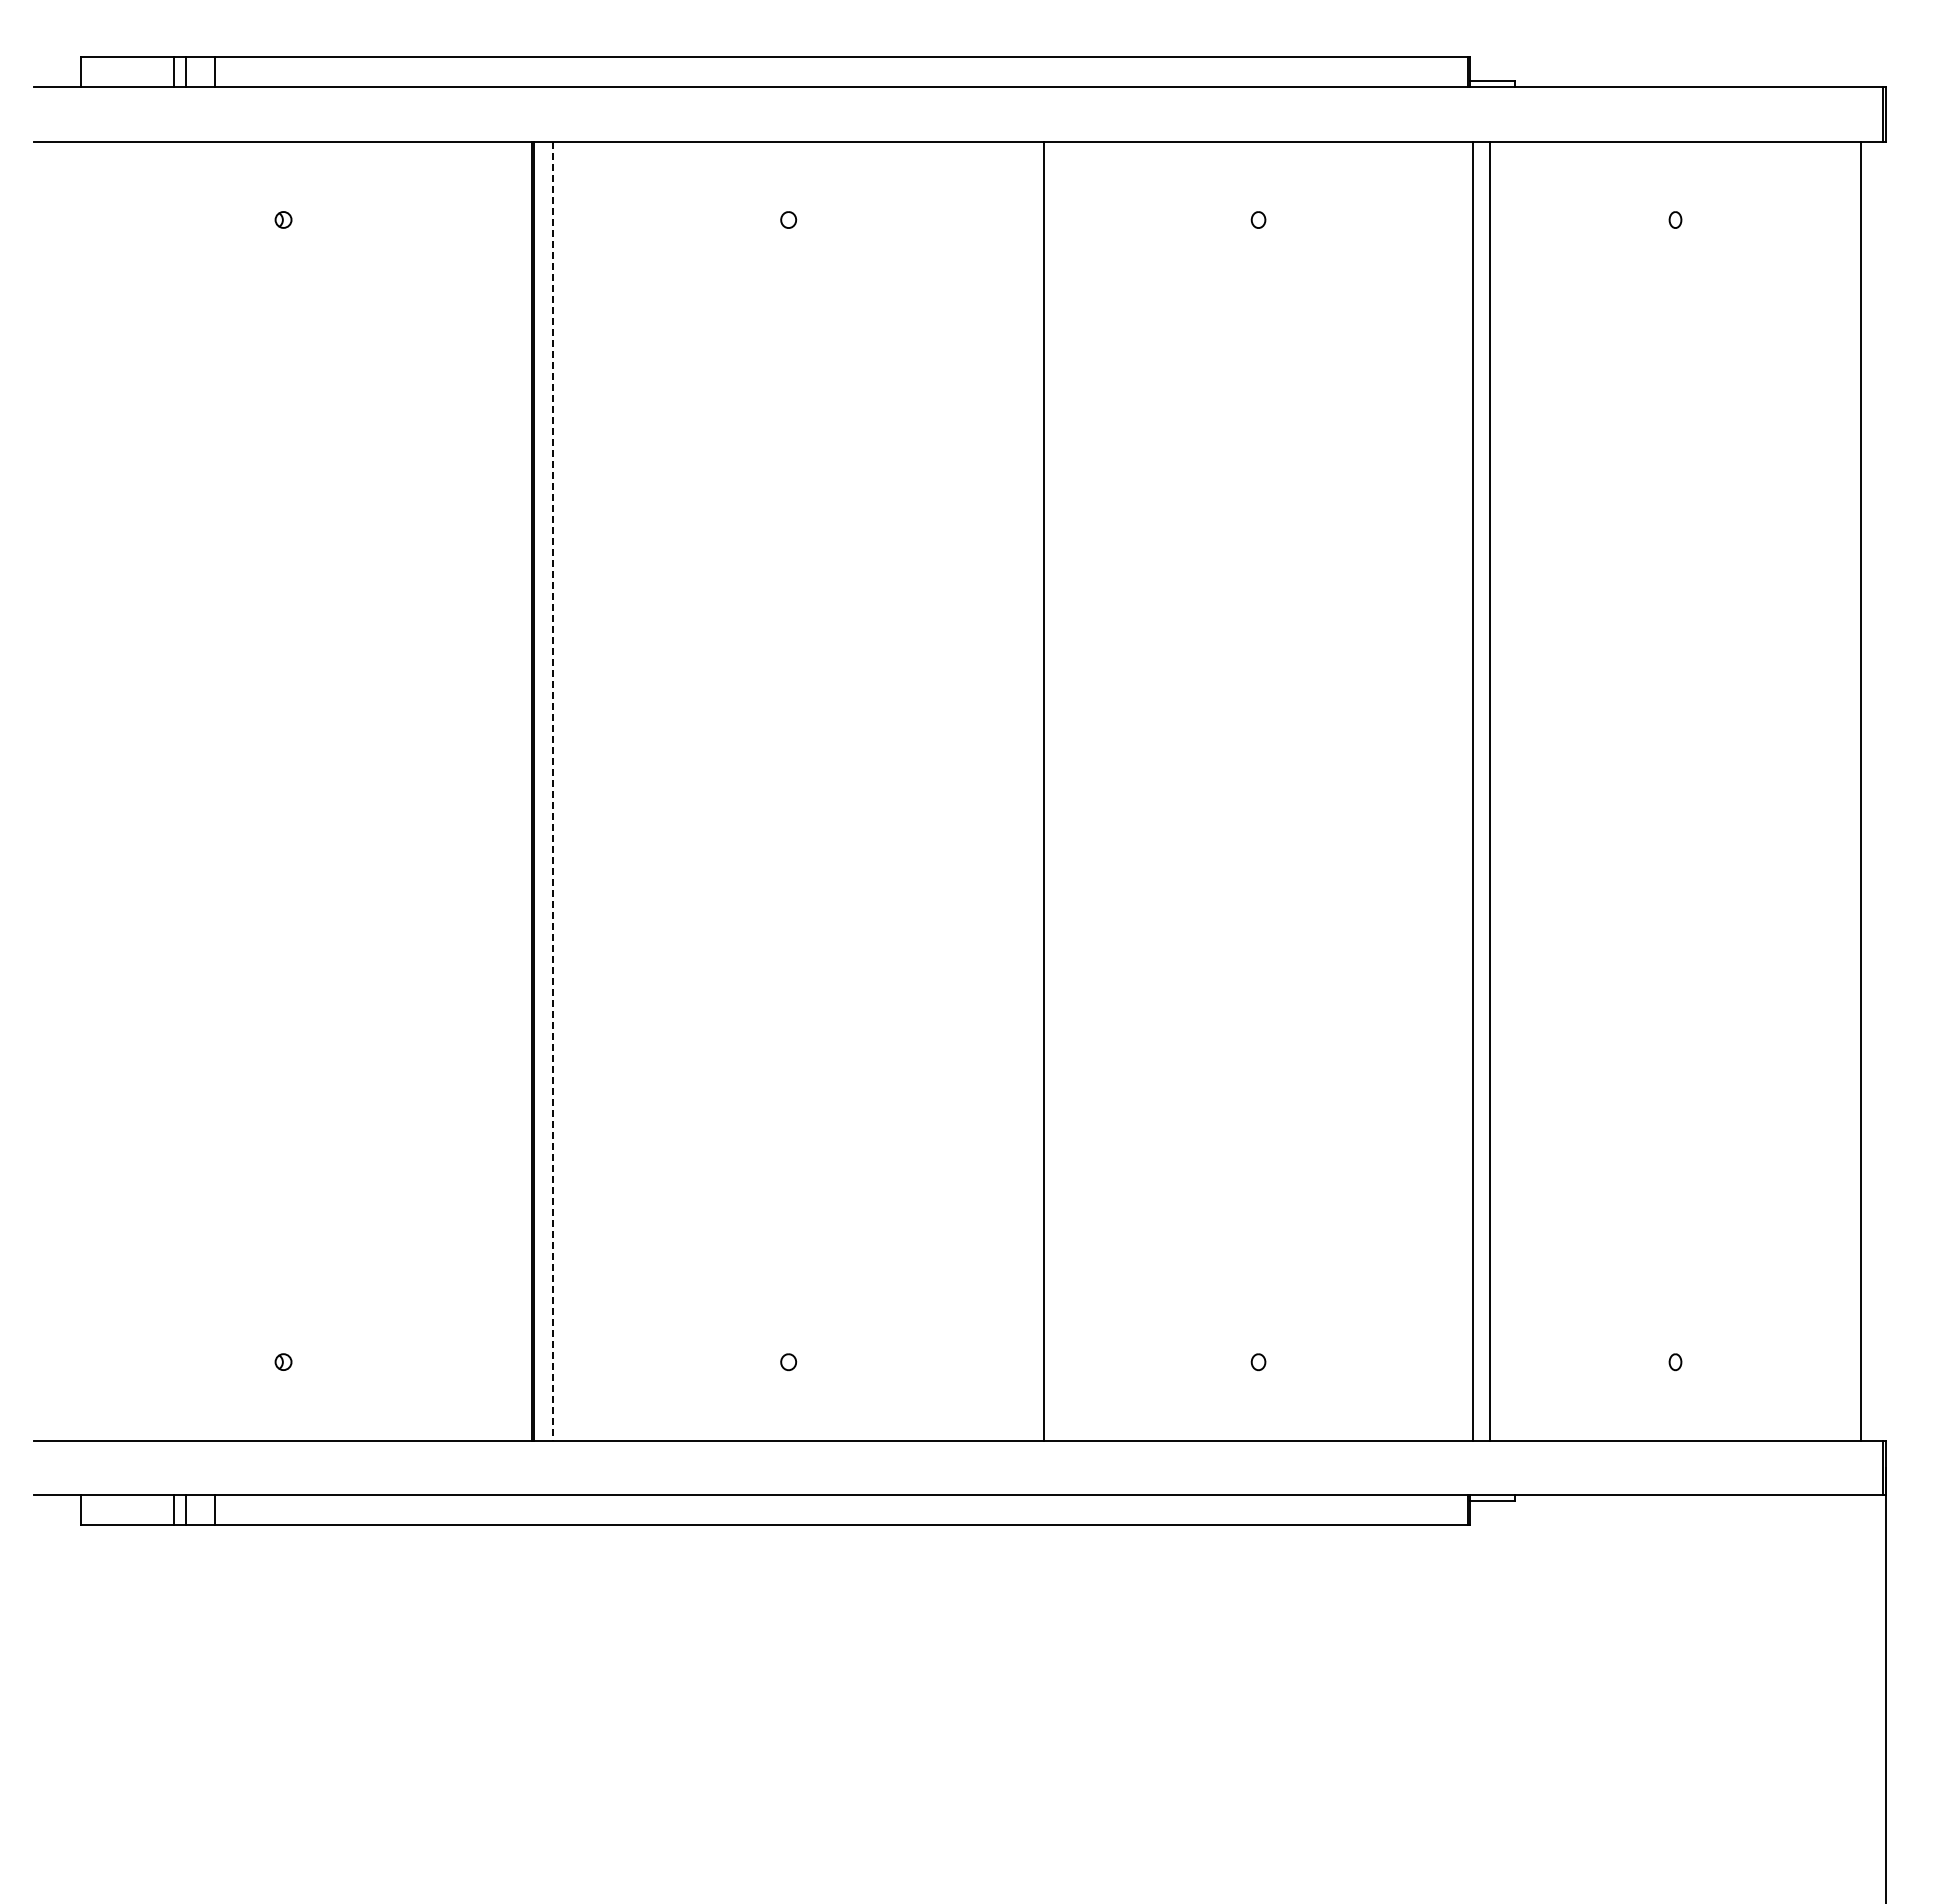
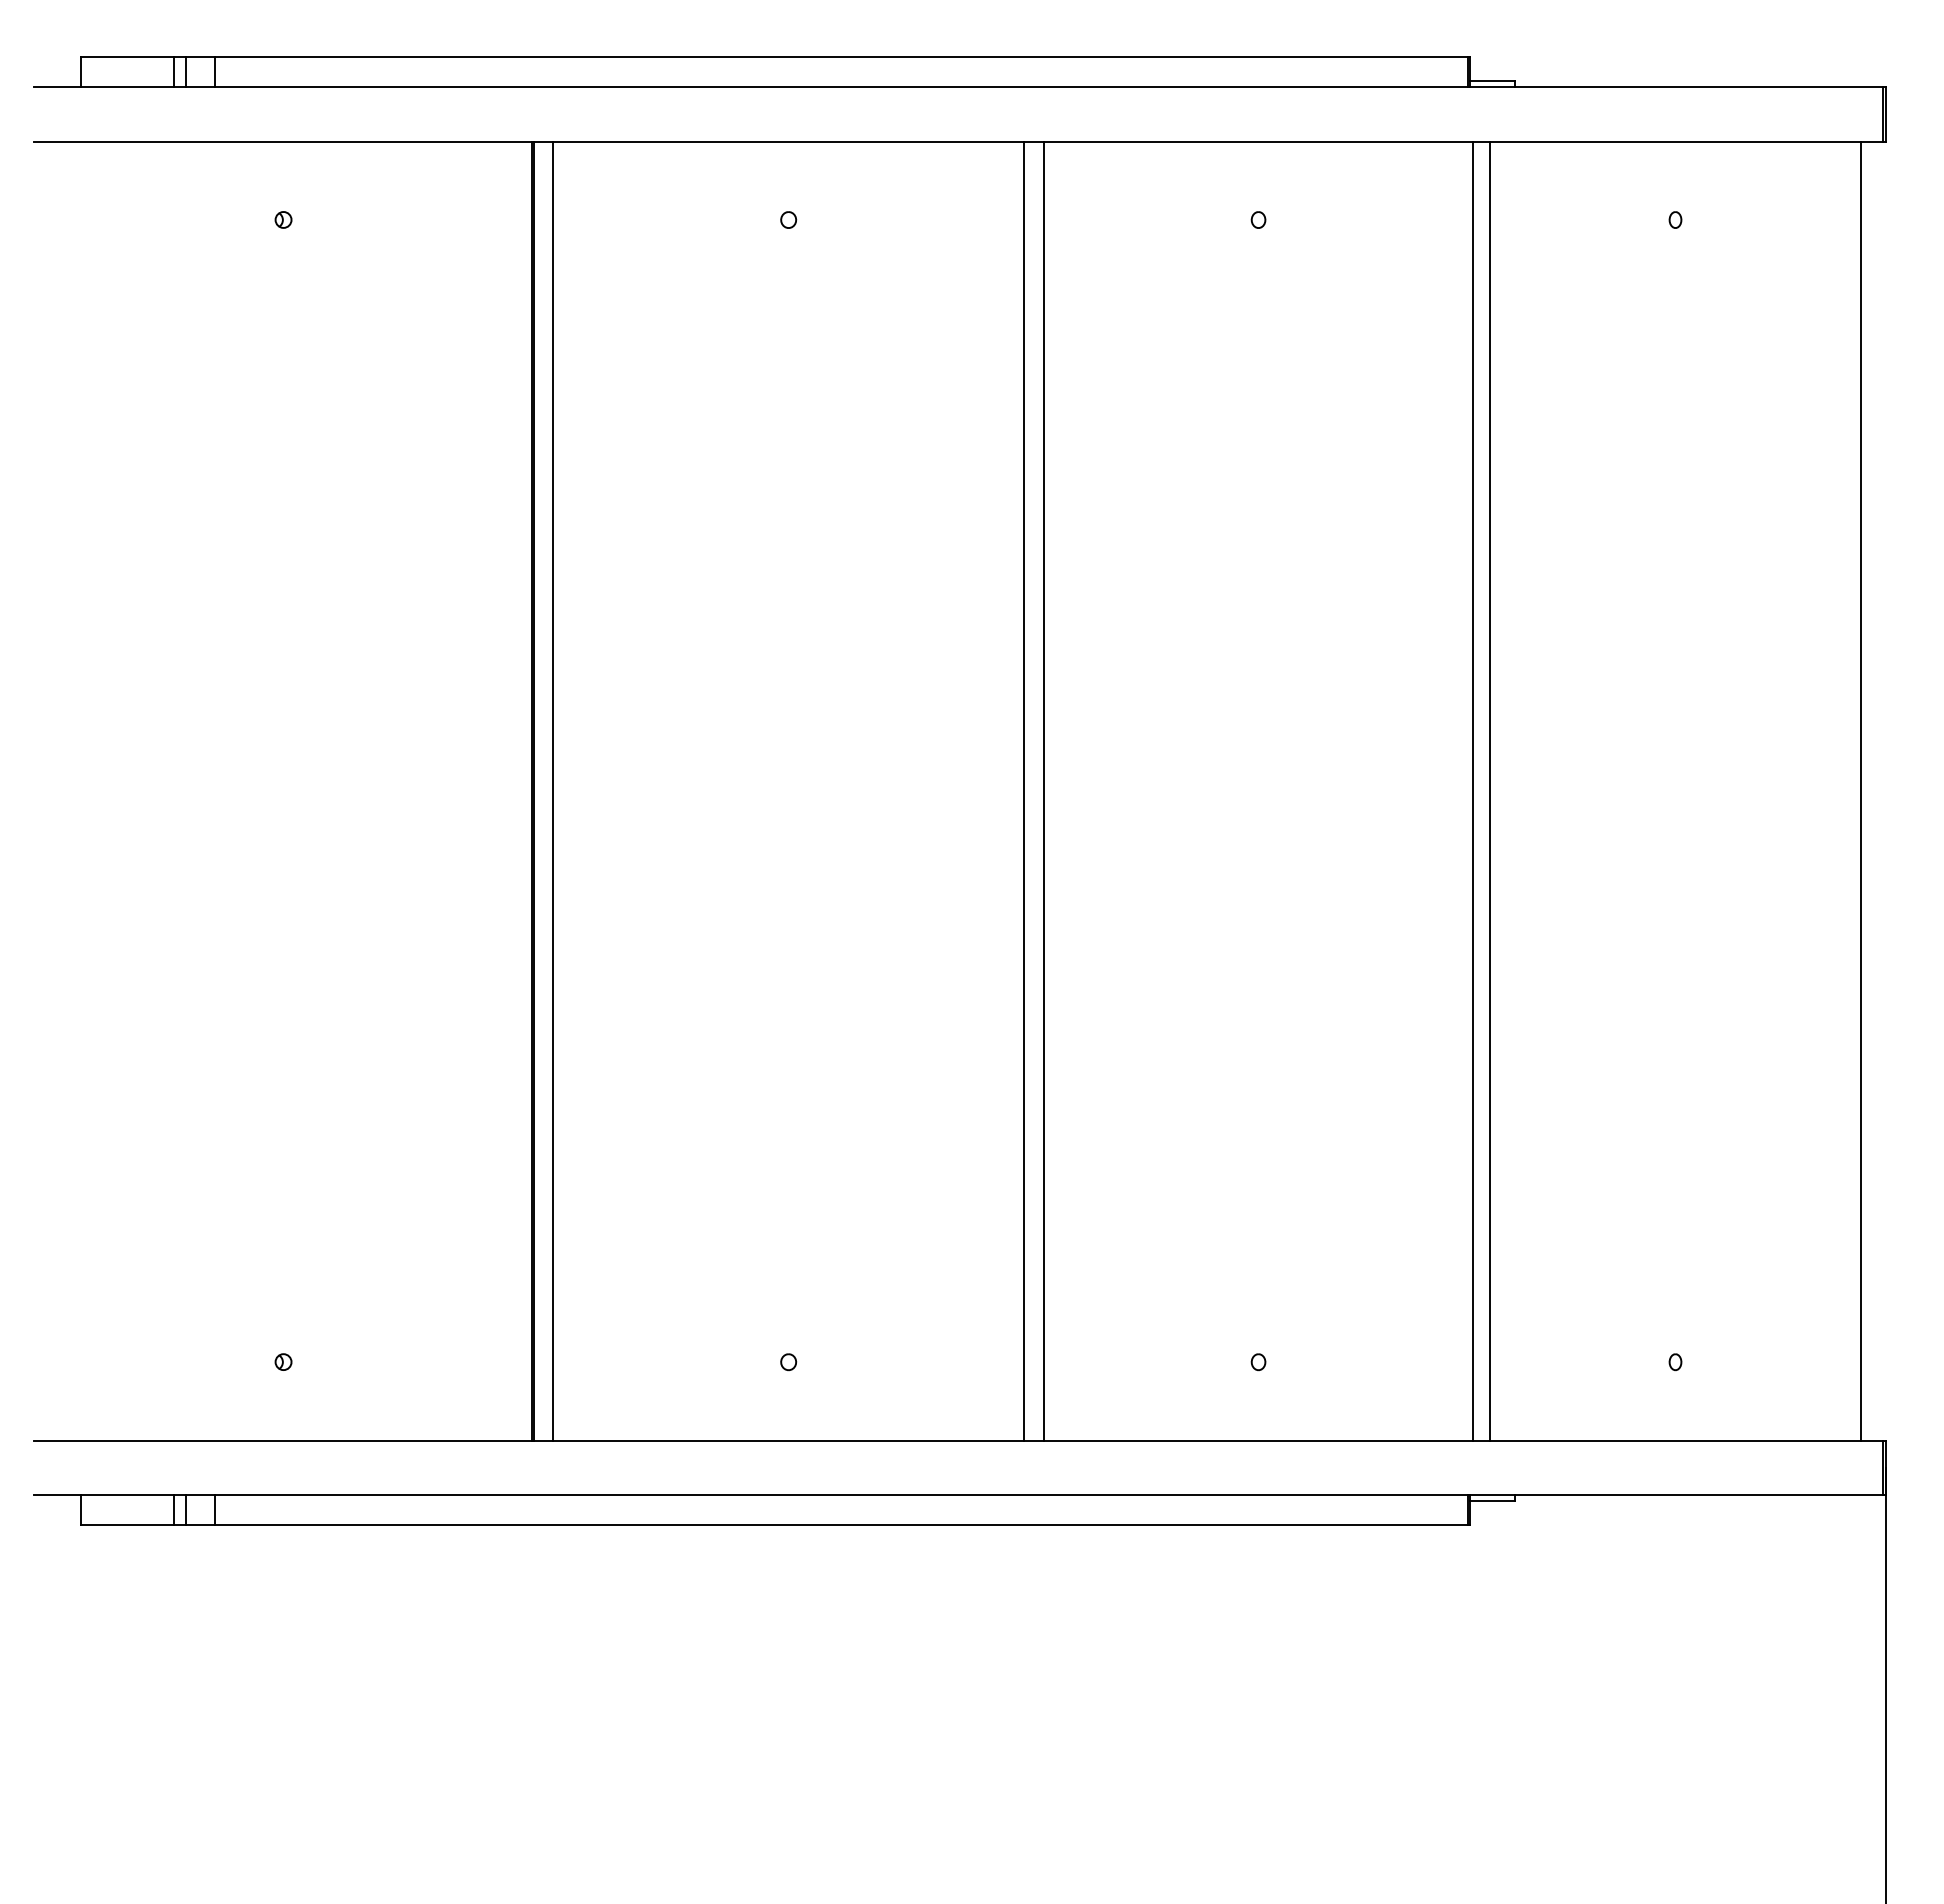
line at (1024, 790): none -> present
line at (552, 791): dashed -> solid
